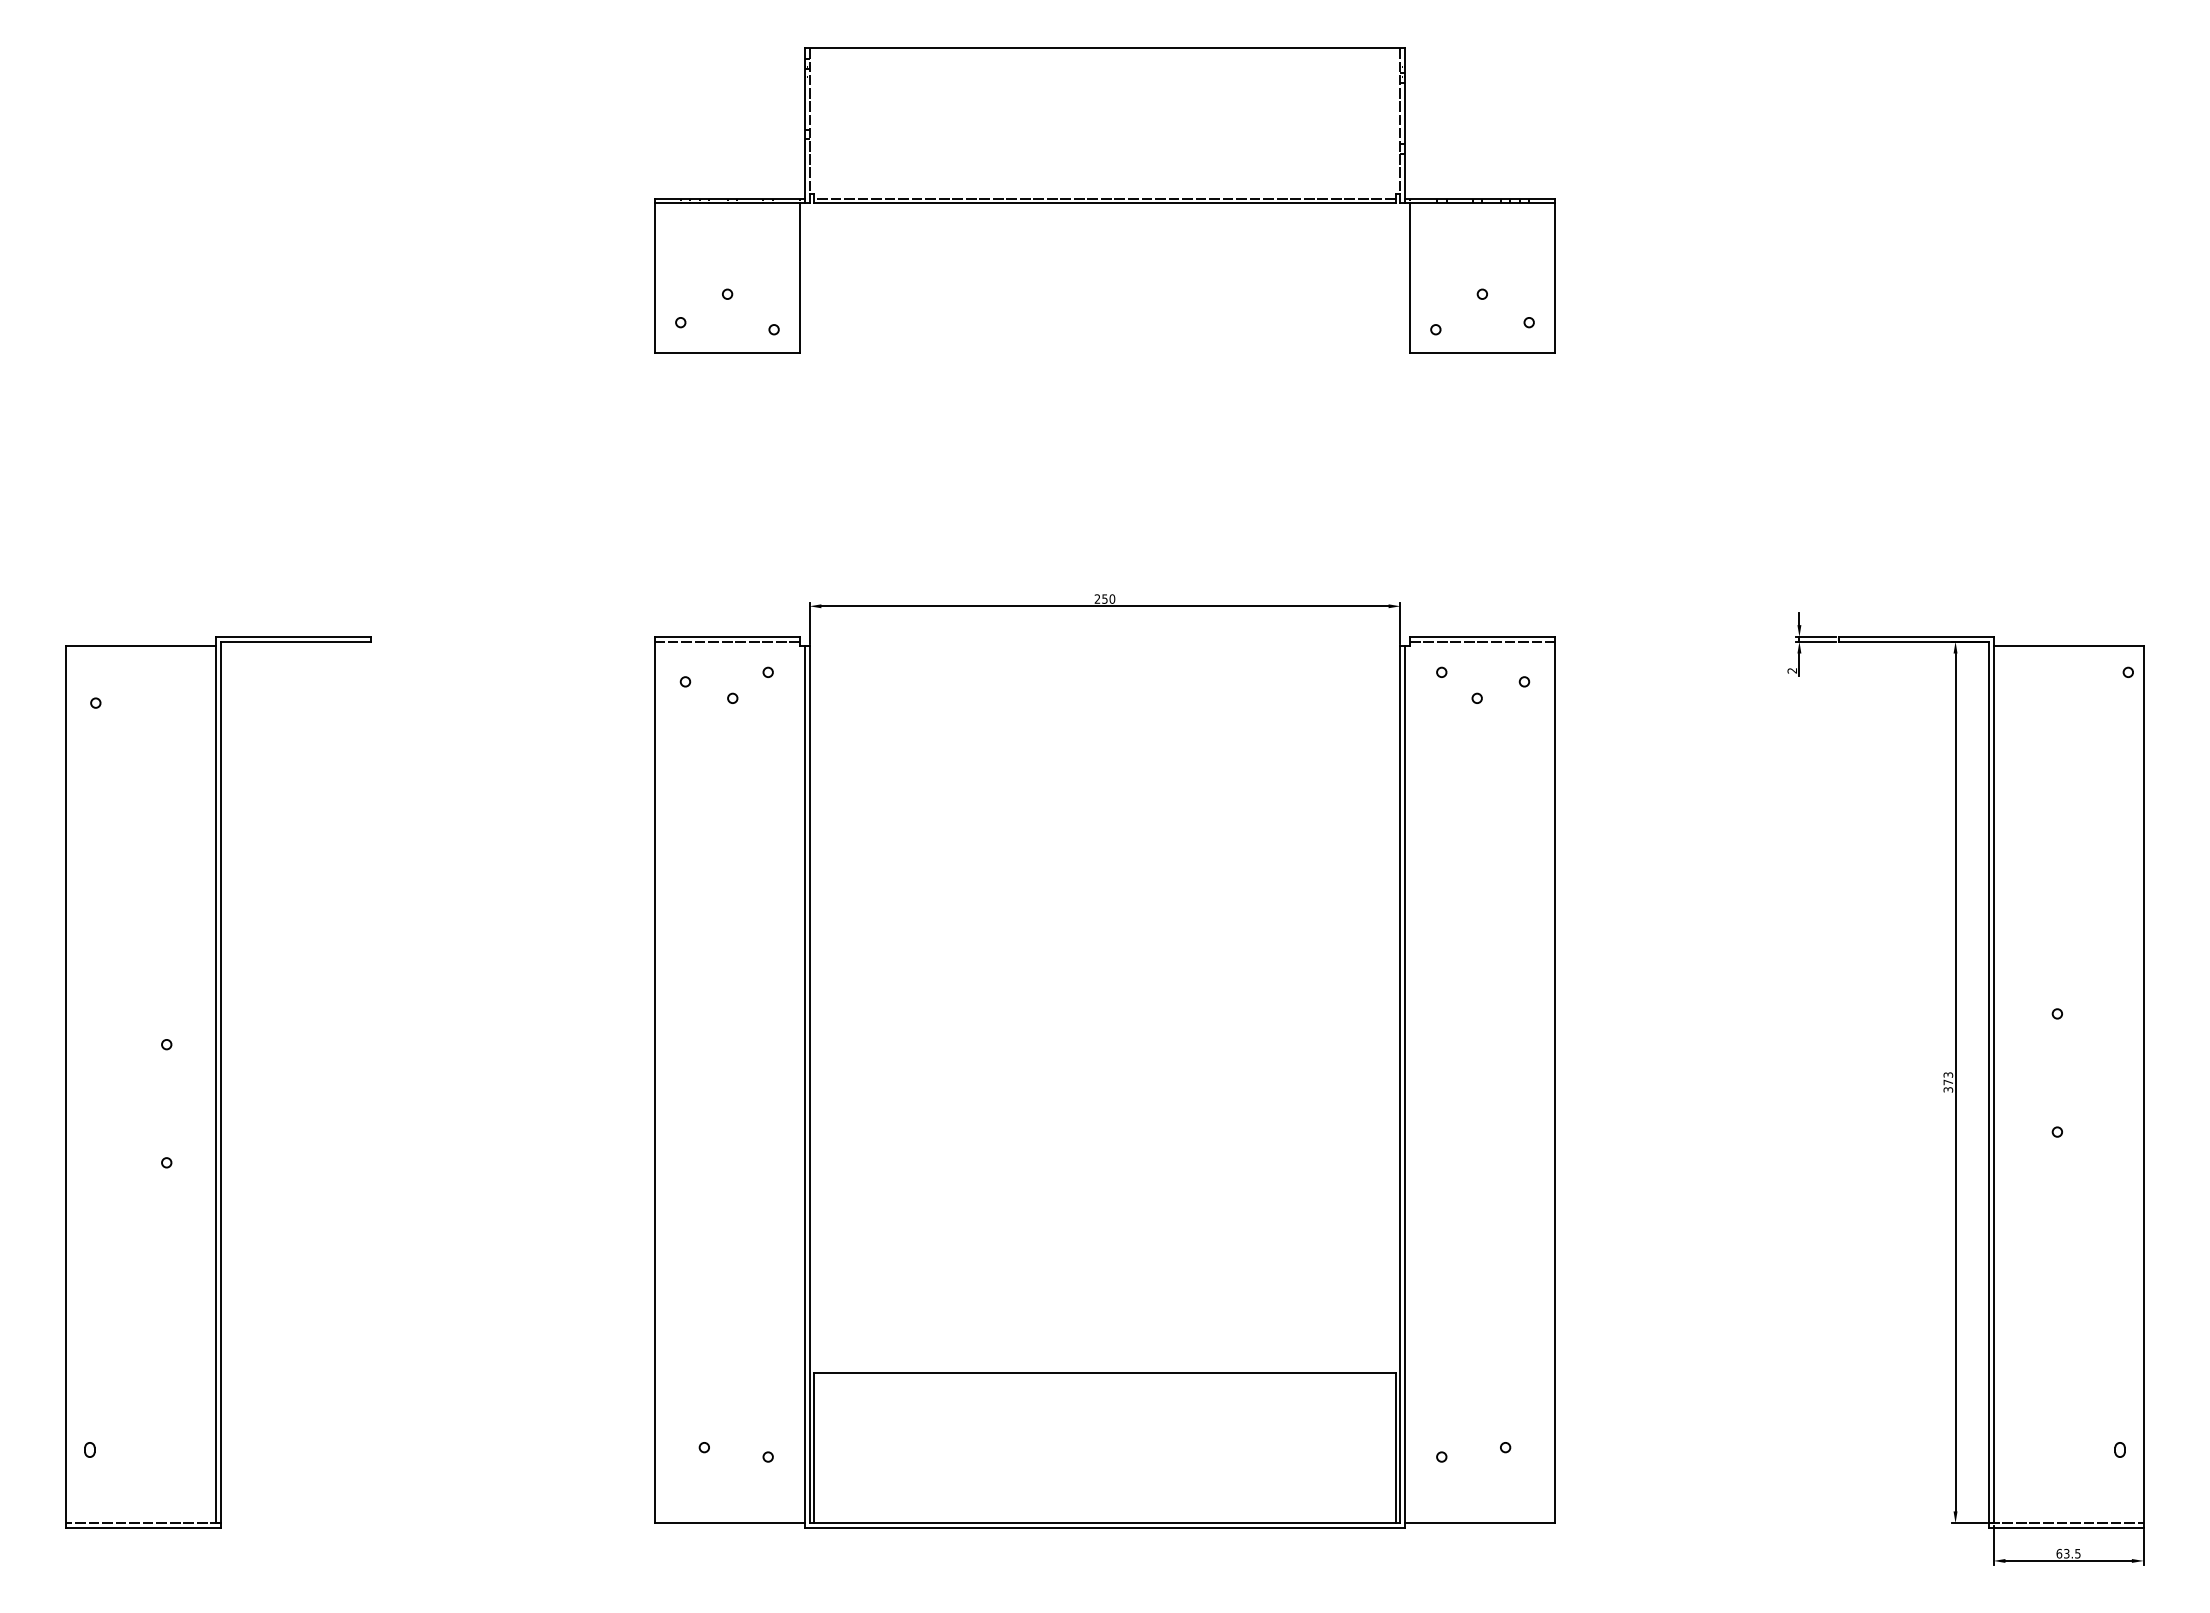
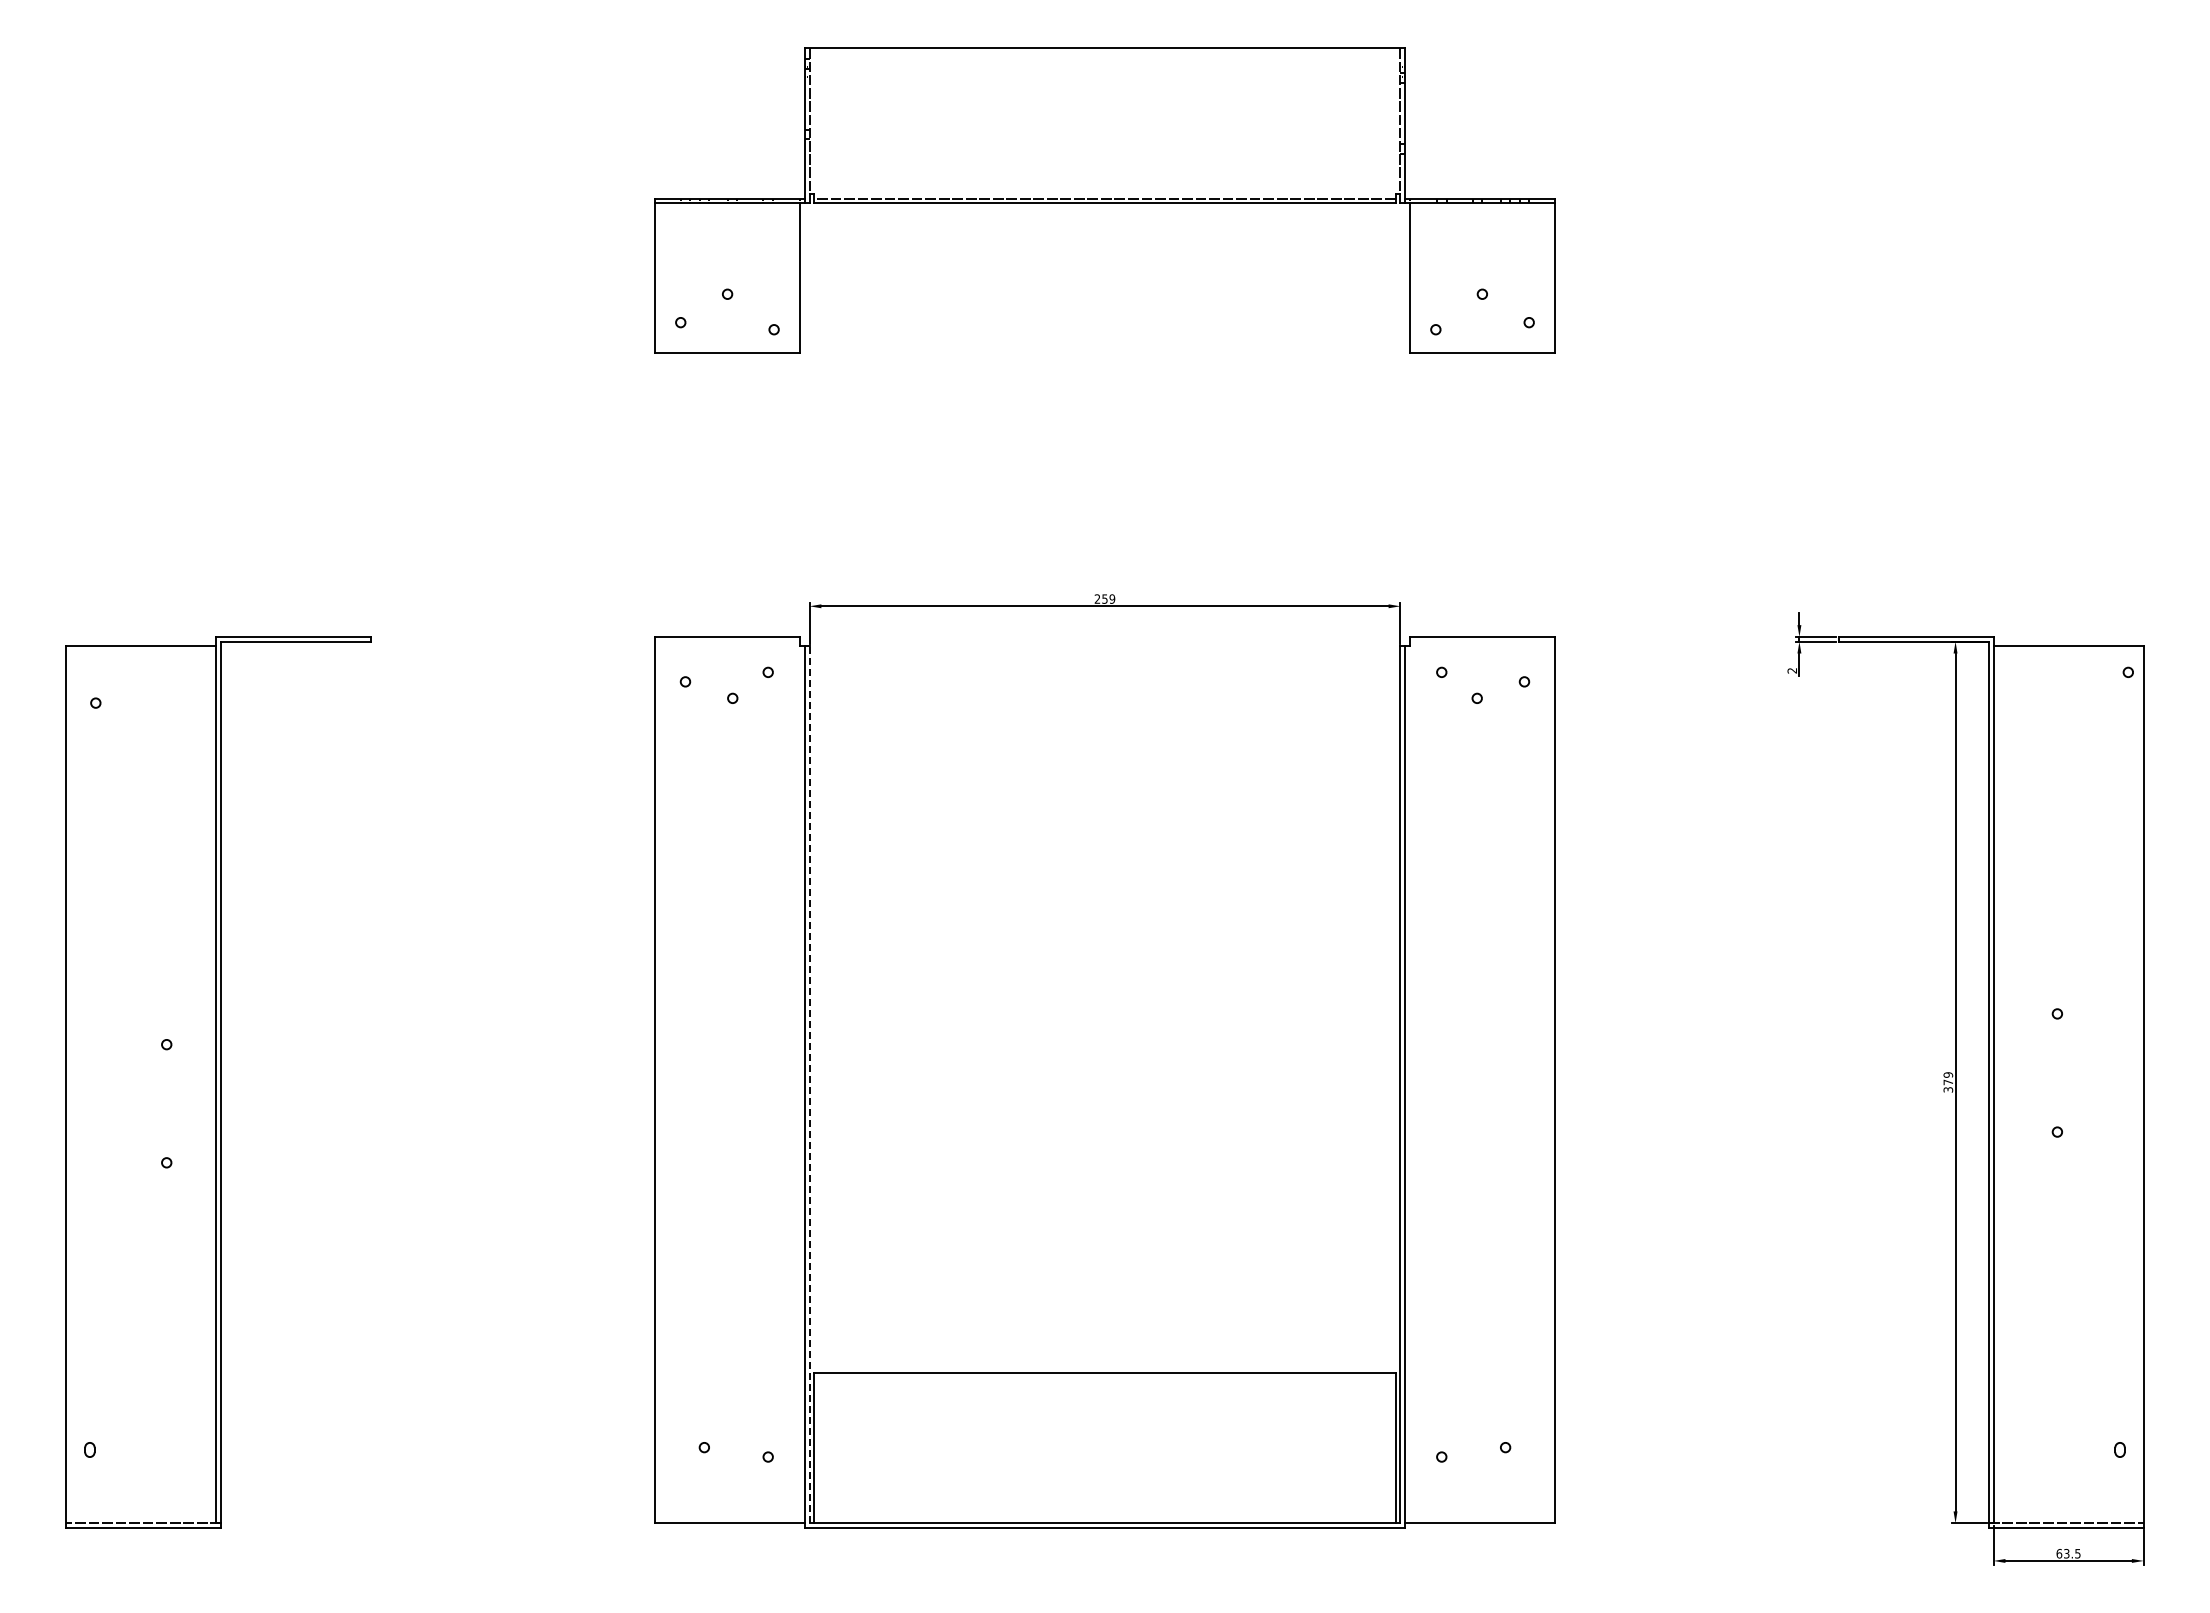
text at (1111, 598): 250 -> 259
line at (727, 641): present -> none
line at (1482, 641): present -> none
text at (1947, 1074): 373 -> 379
line at (809, 1084): solid -> dashed
